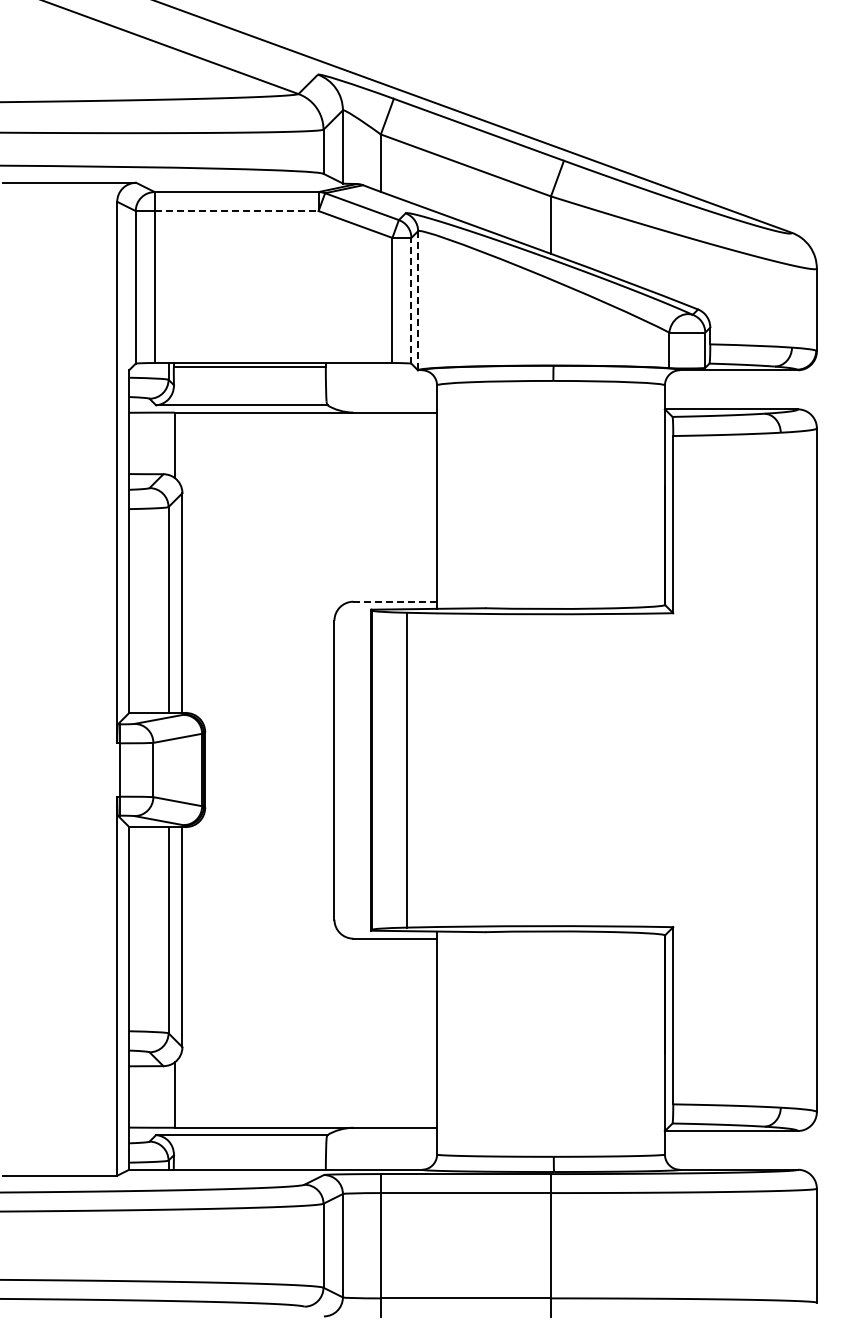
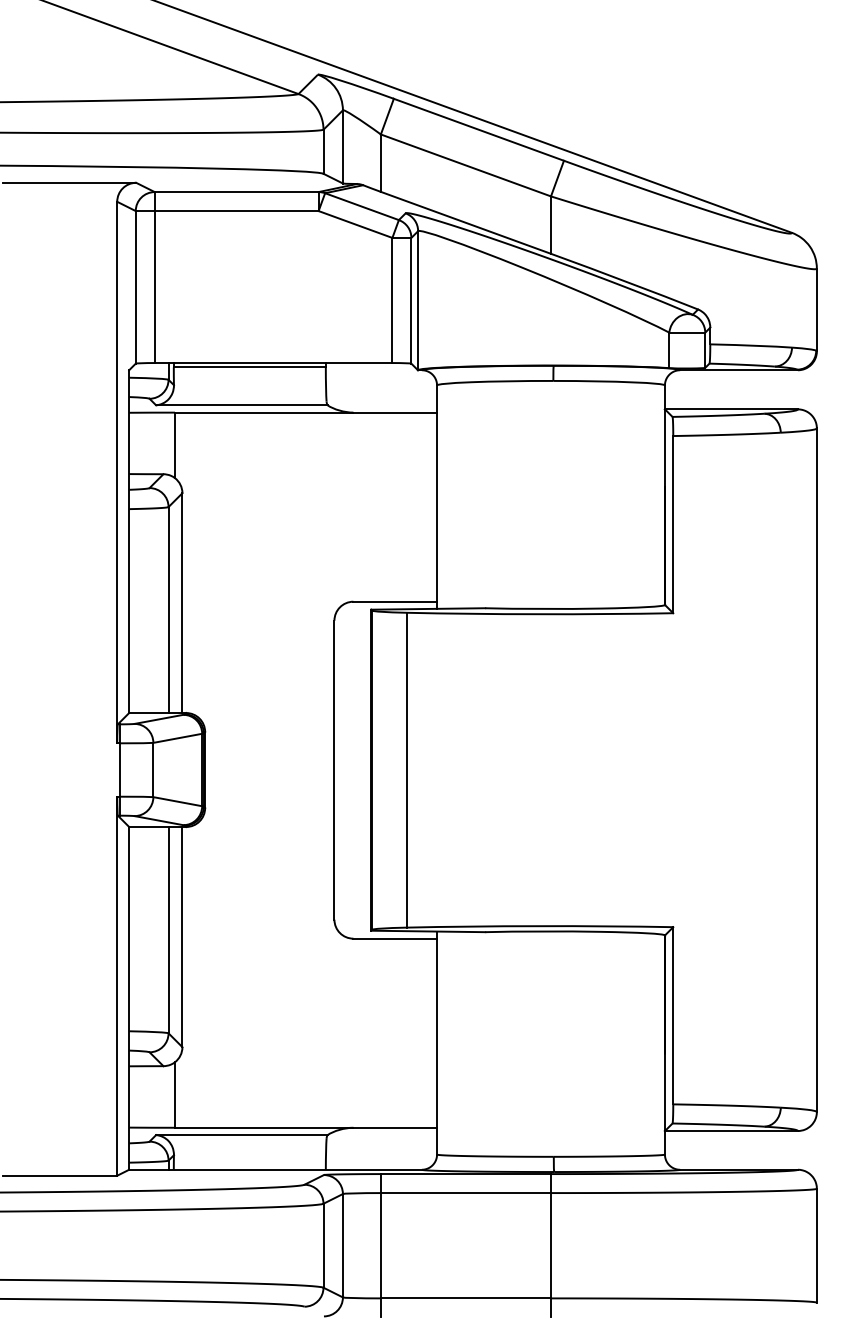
line at (236, 211): dashed -> solid
line at (411, 300): dashed -> solid
line at (418, 300): dashed -> solid
line at (395, 601): dashed -> solid
